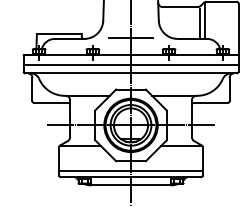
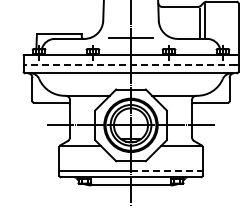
line at (129, 65): solid -> dashed
line at (166, 170): solid -> dashed
